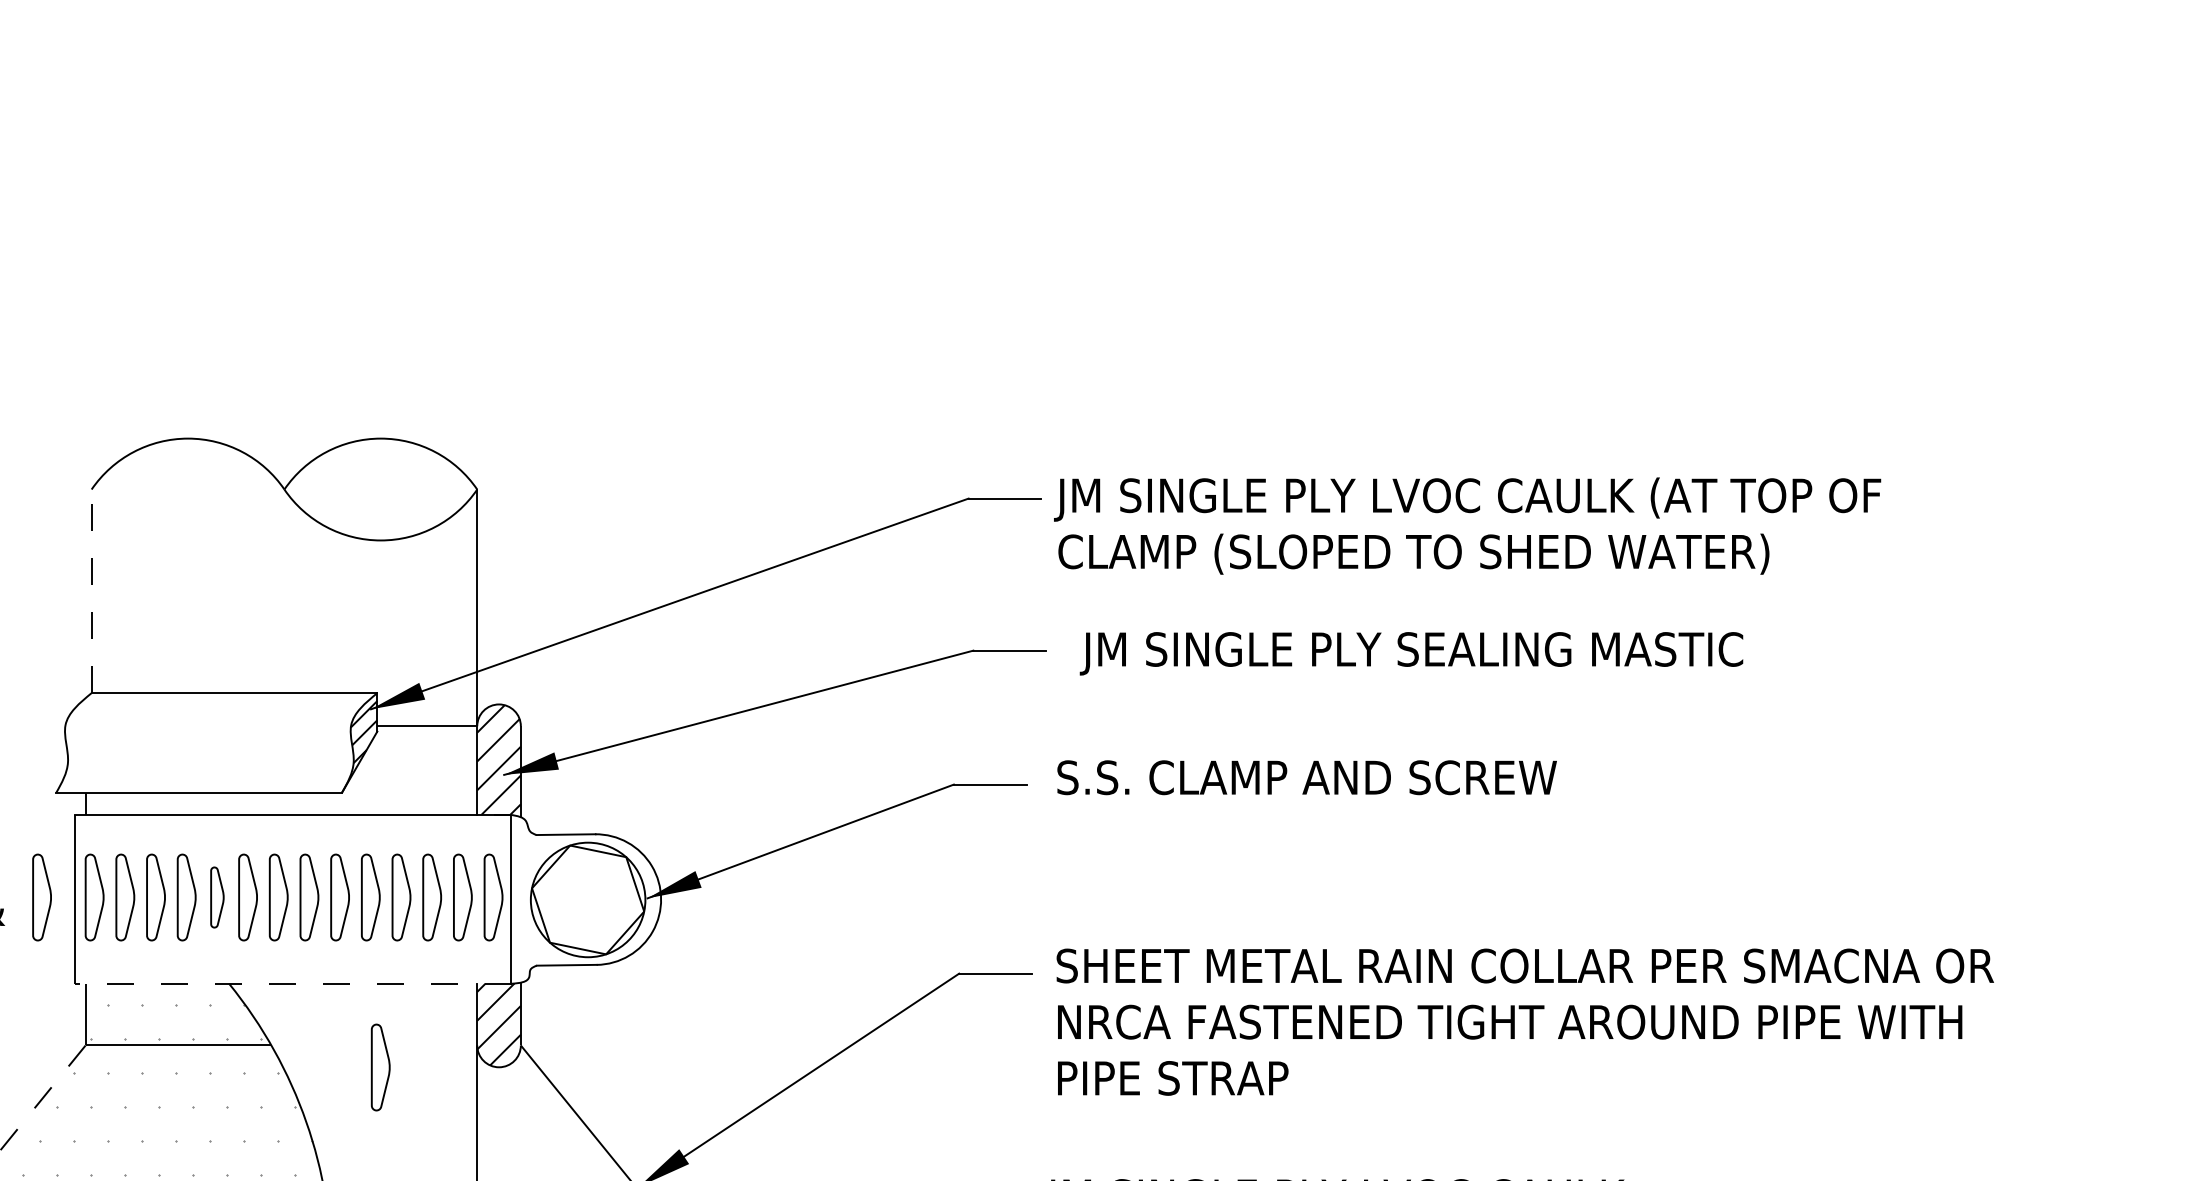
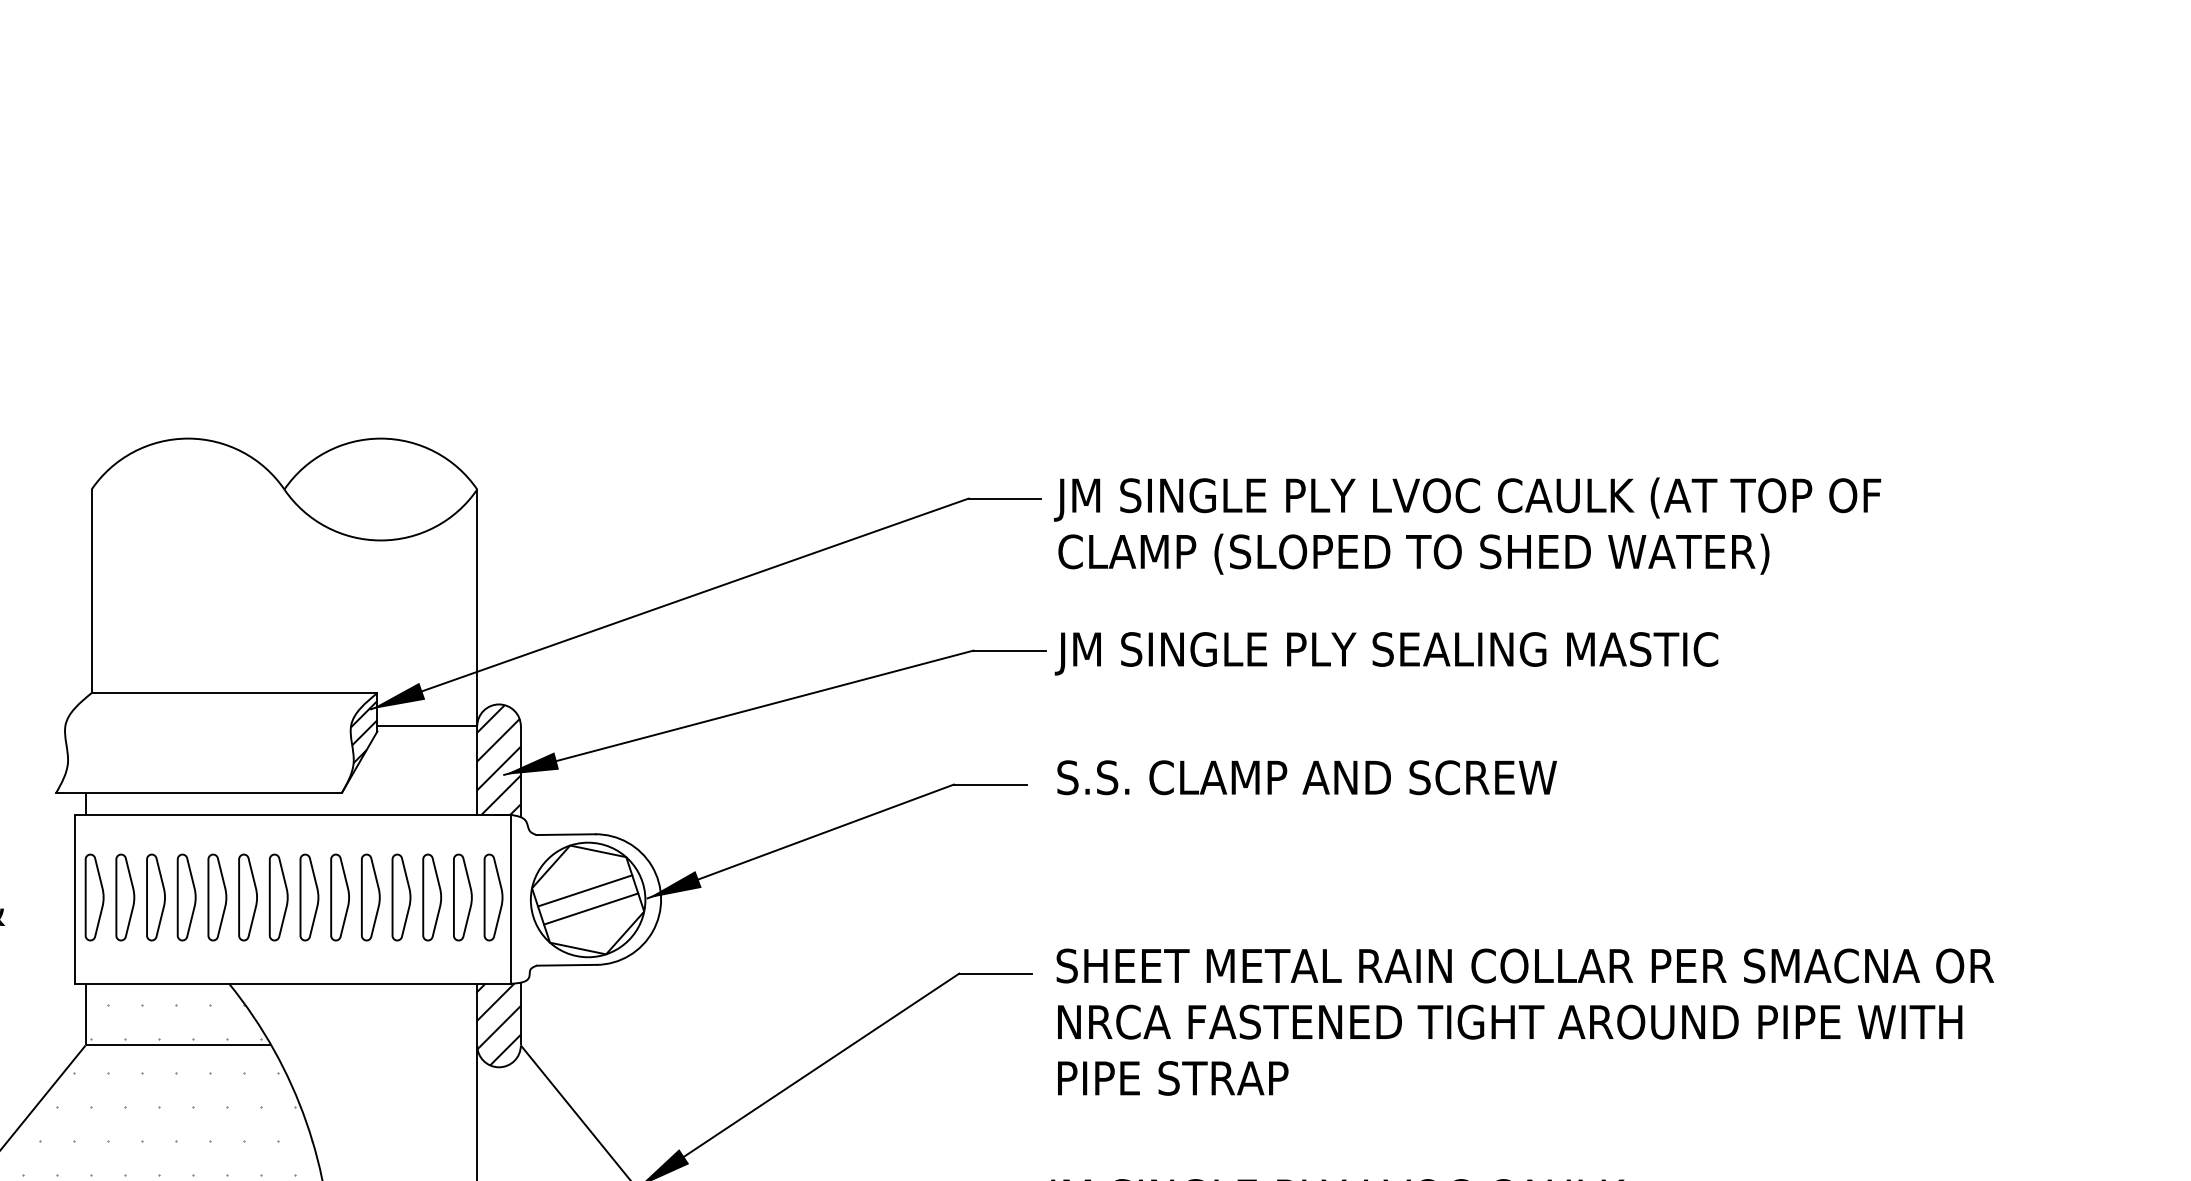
line at (91, 591): dashed -> solid
text at (1411, 653) position: (1411, 653) -> (1386, 653)
line at (585, 890): none -> present
part at (41, 897): present -> none
part at (217, 897) size: 15x63 px -> 21x89 px
line at (591, 908): none -> present
line at (292, 983): dashed -> solid
part at (380, 1067): present -> none
line at (42, 1098): dashed -> solid
